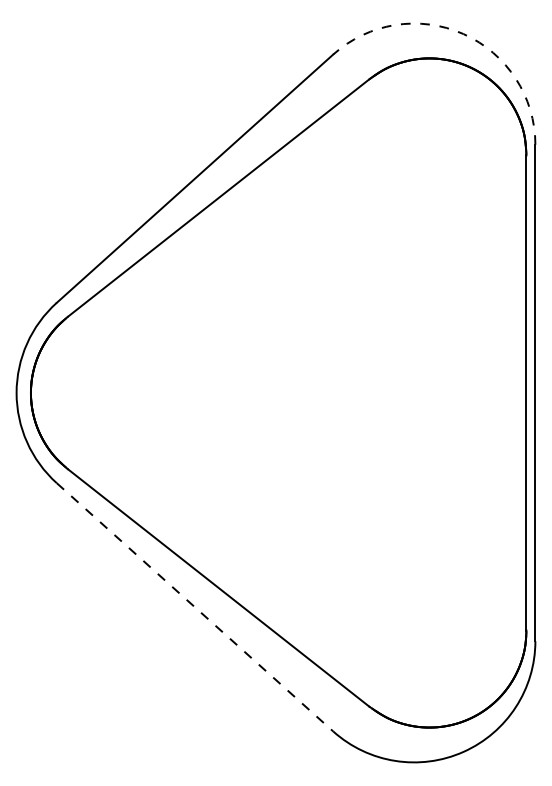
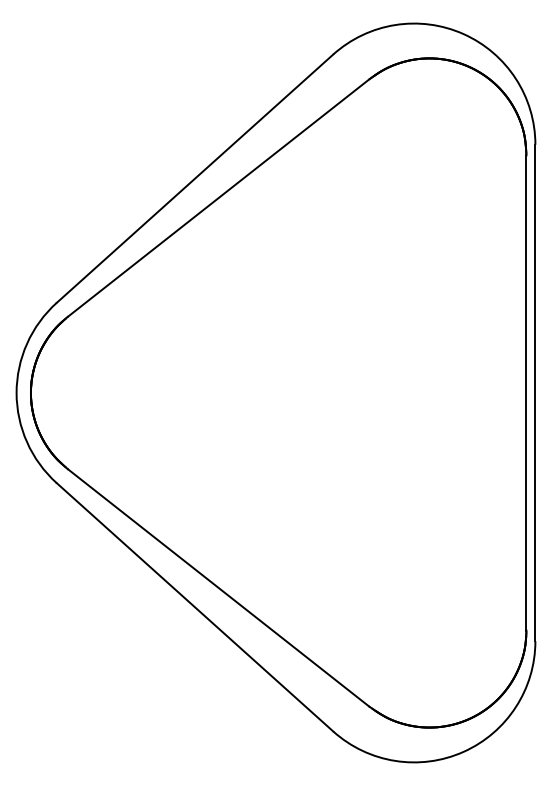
arc at (463, 34): dashed -> solid
line at (194, 607): dashed -> solid
